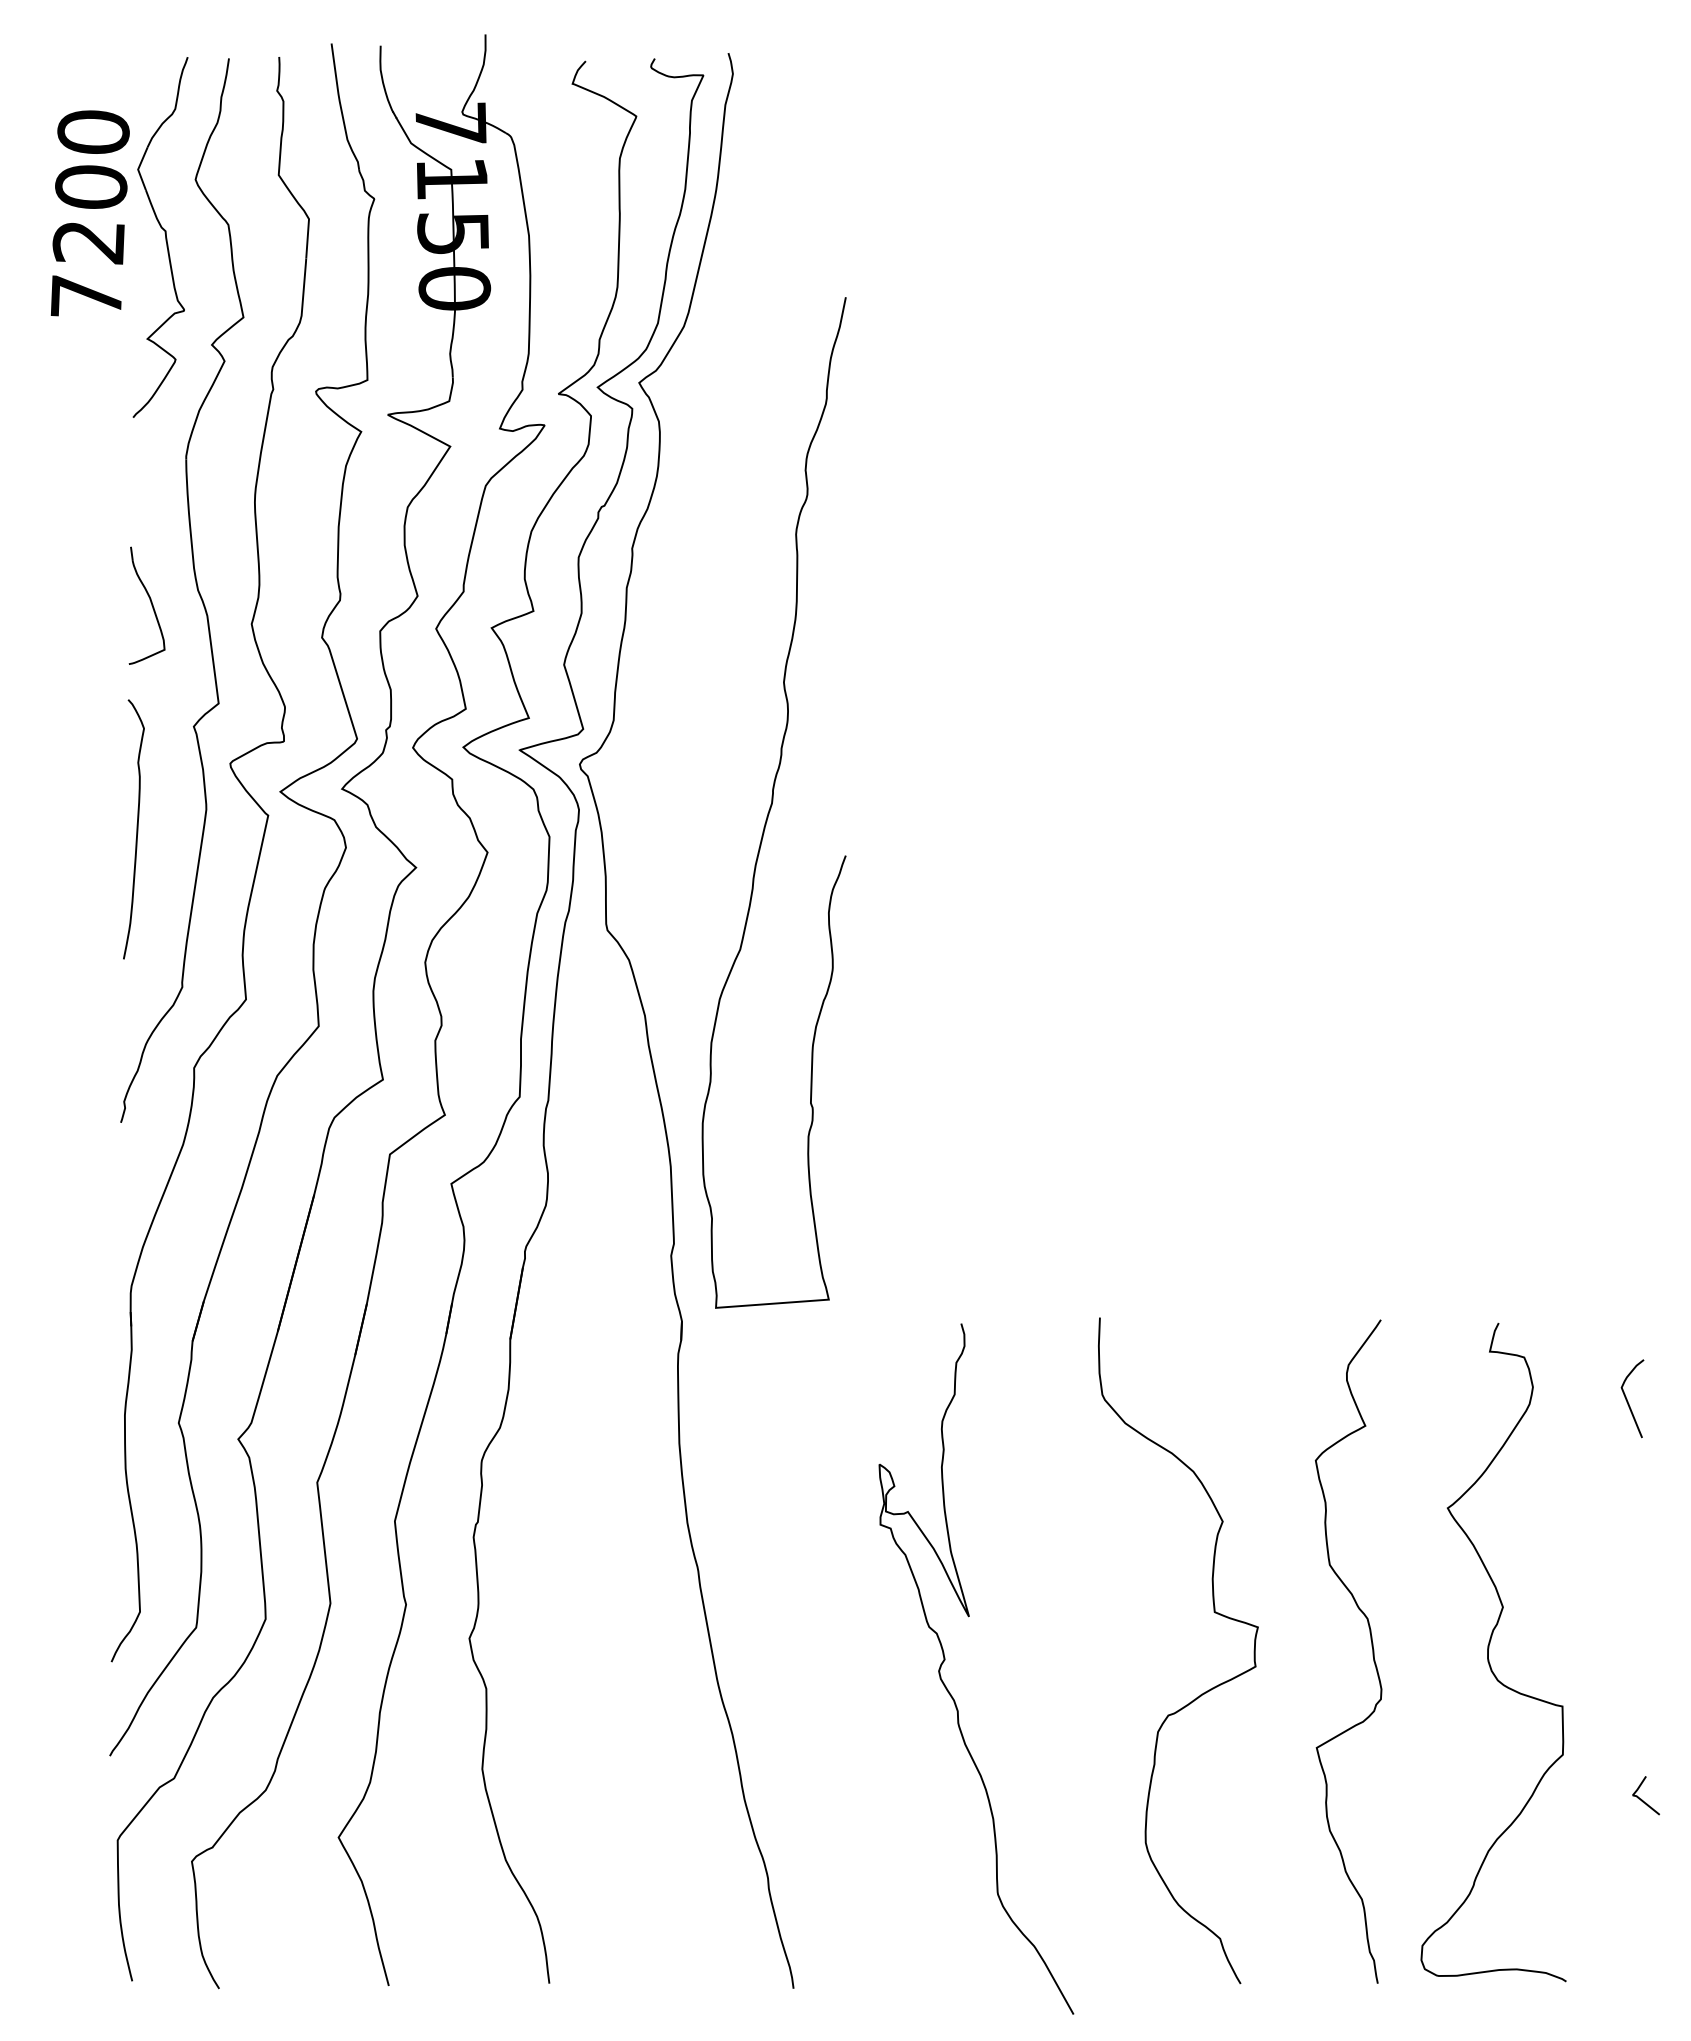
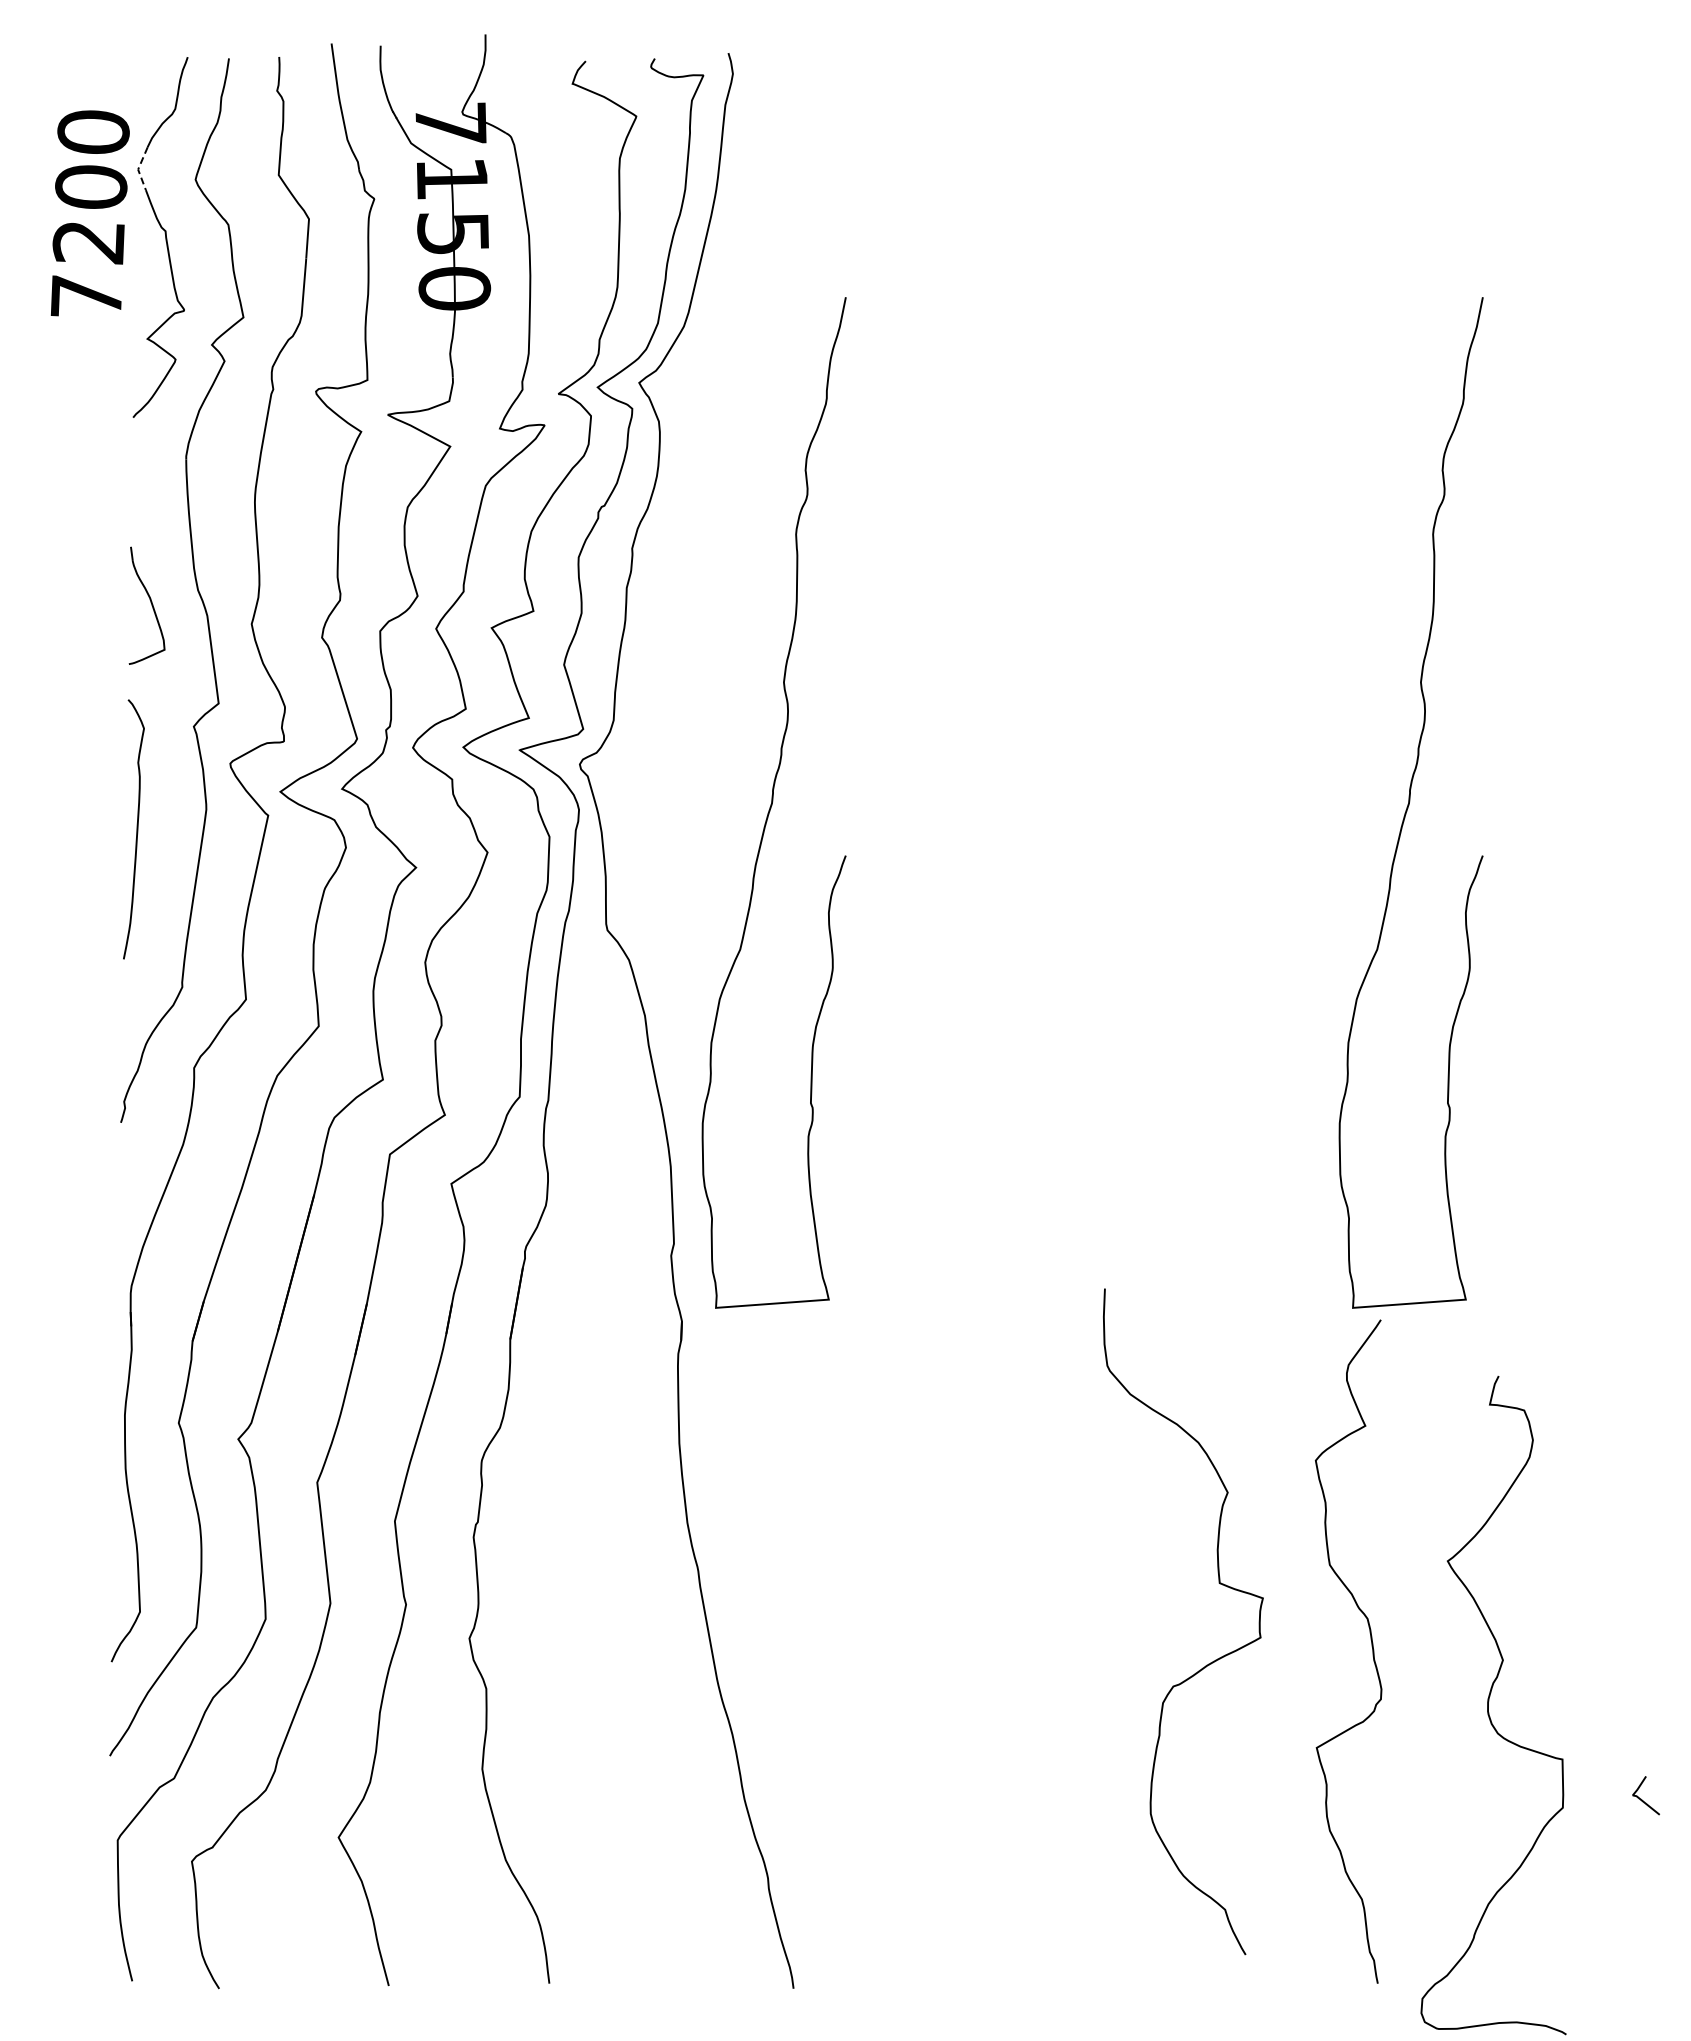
line at (138, 169): solid -> dashed
curve at (1410, 801): none -> present
curve at (1627, 1398): present -> none
curve at (1488, 1652) position: (1488, 1652) -> (1488, 1705)
curve at (945, 1660): present -> none
curve at (1203, 1692) position: (1203, 1692) -> (1208, 1663)
